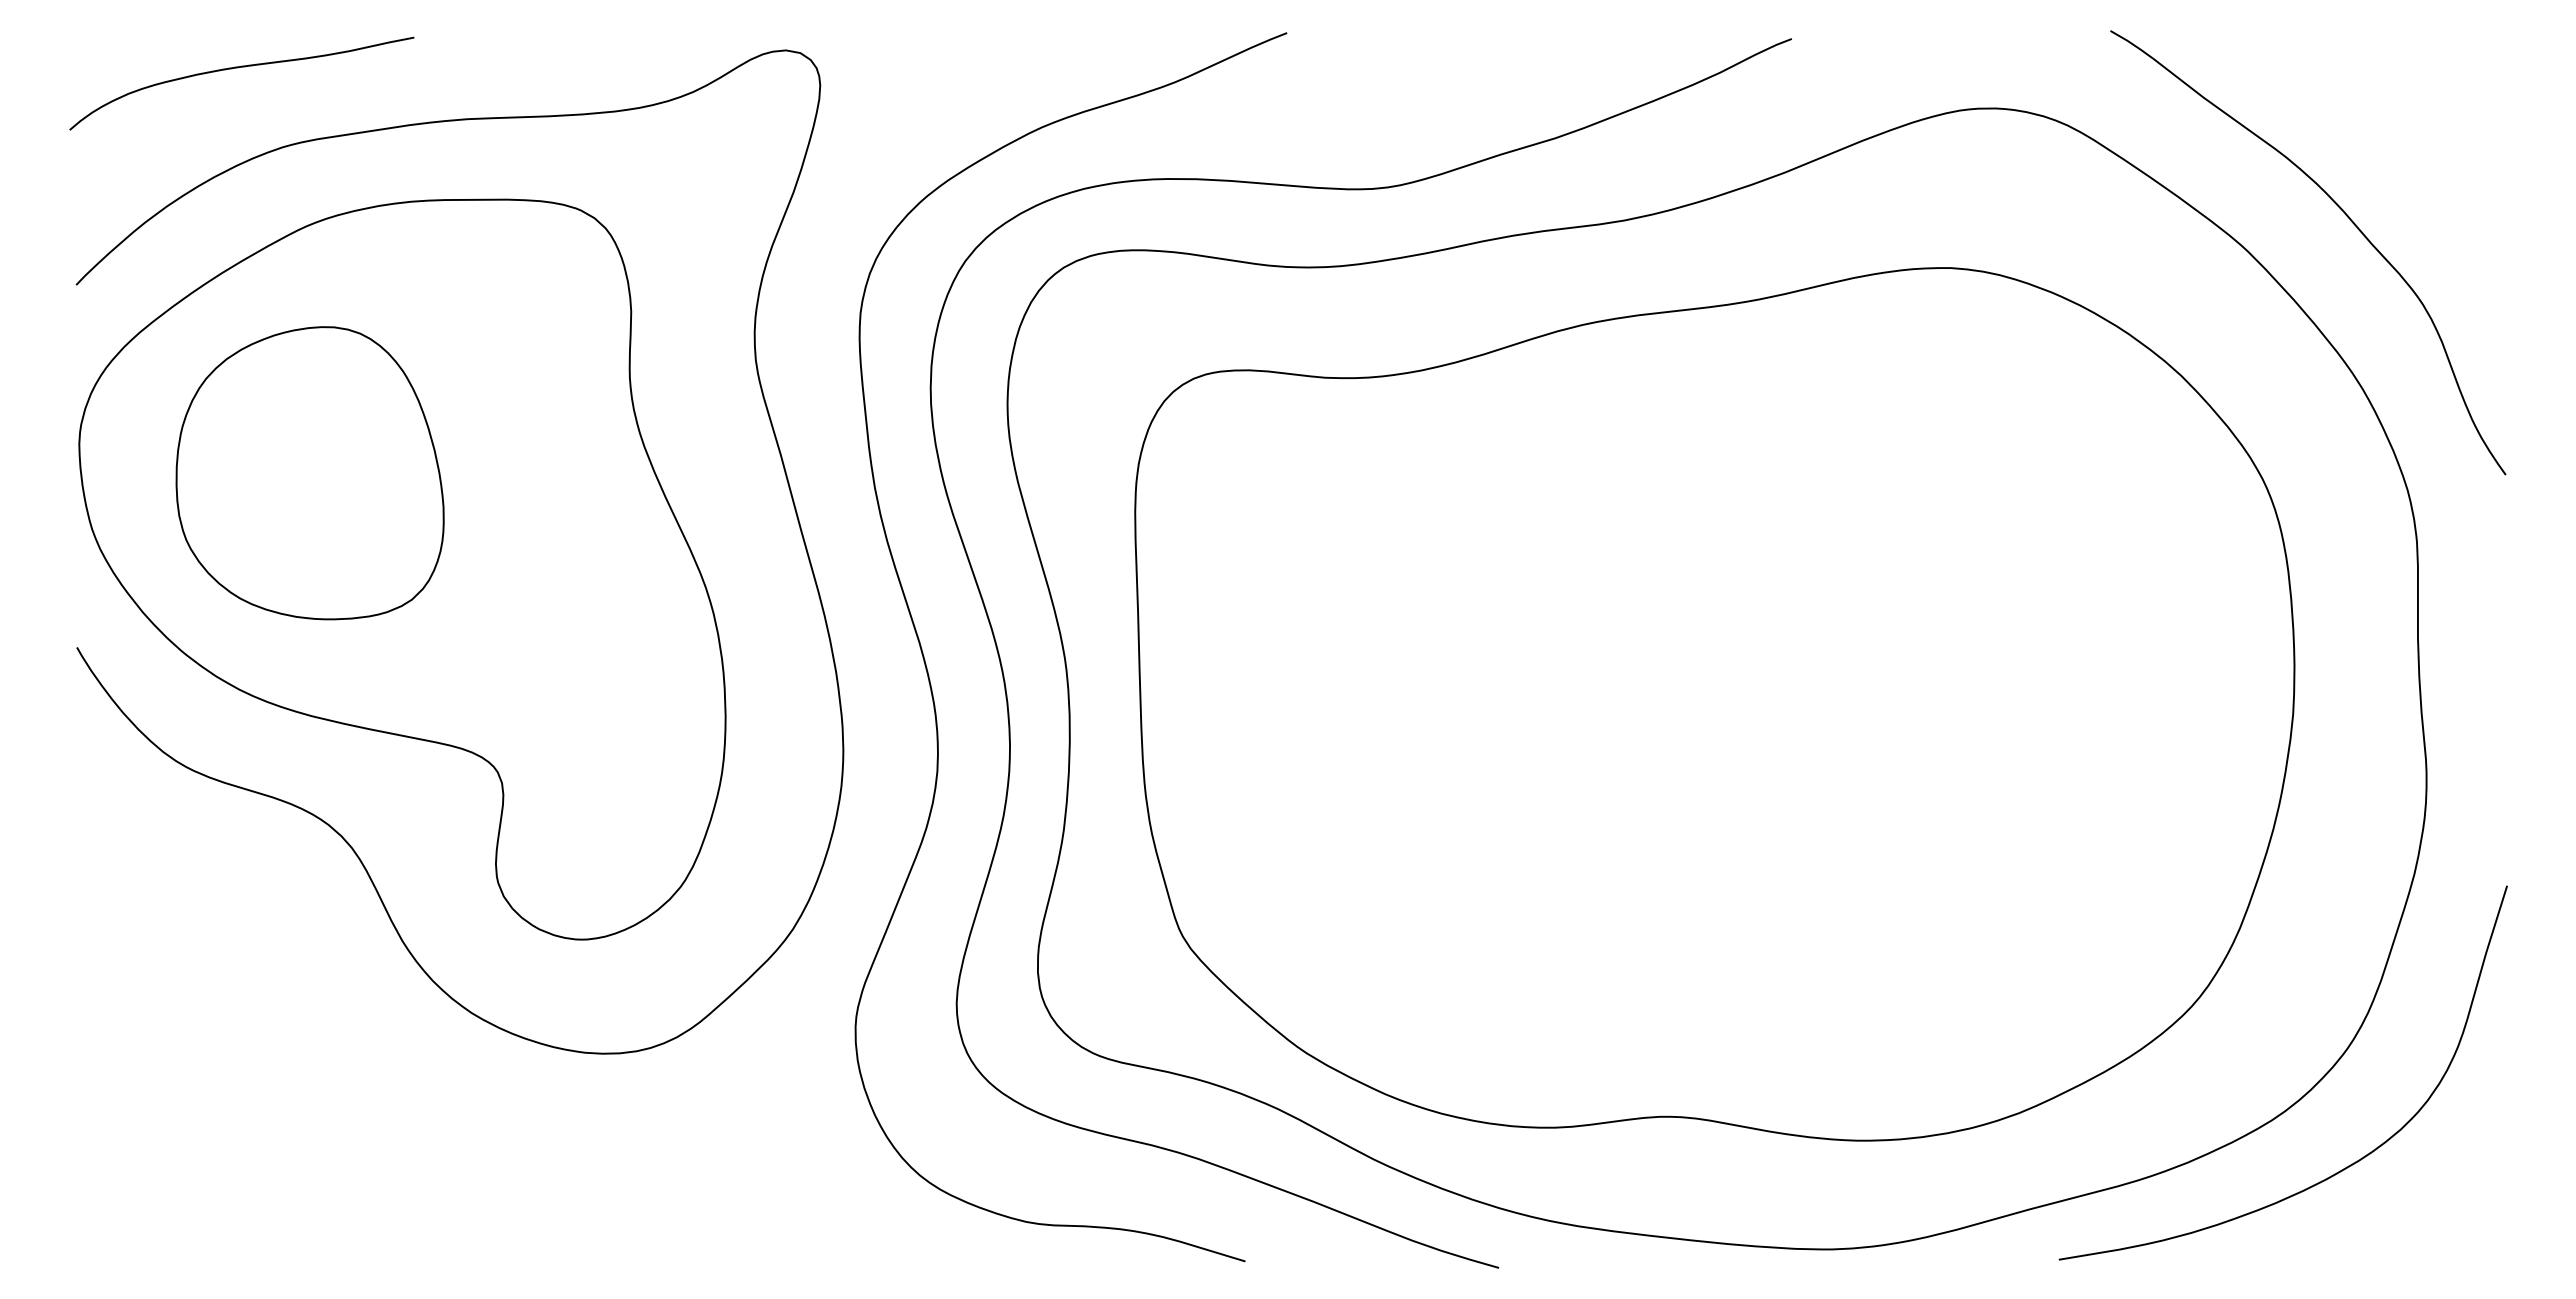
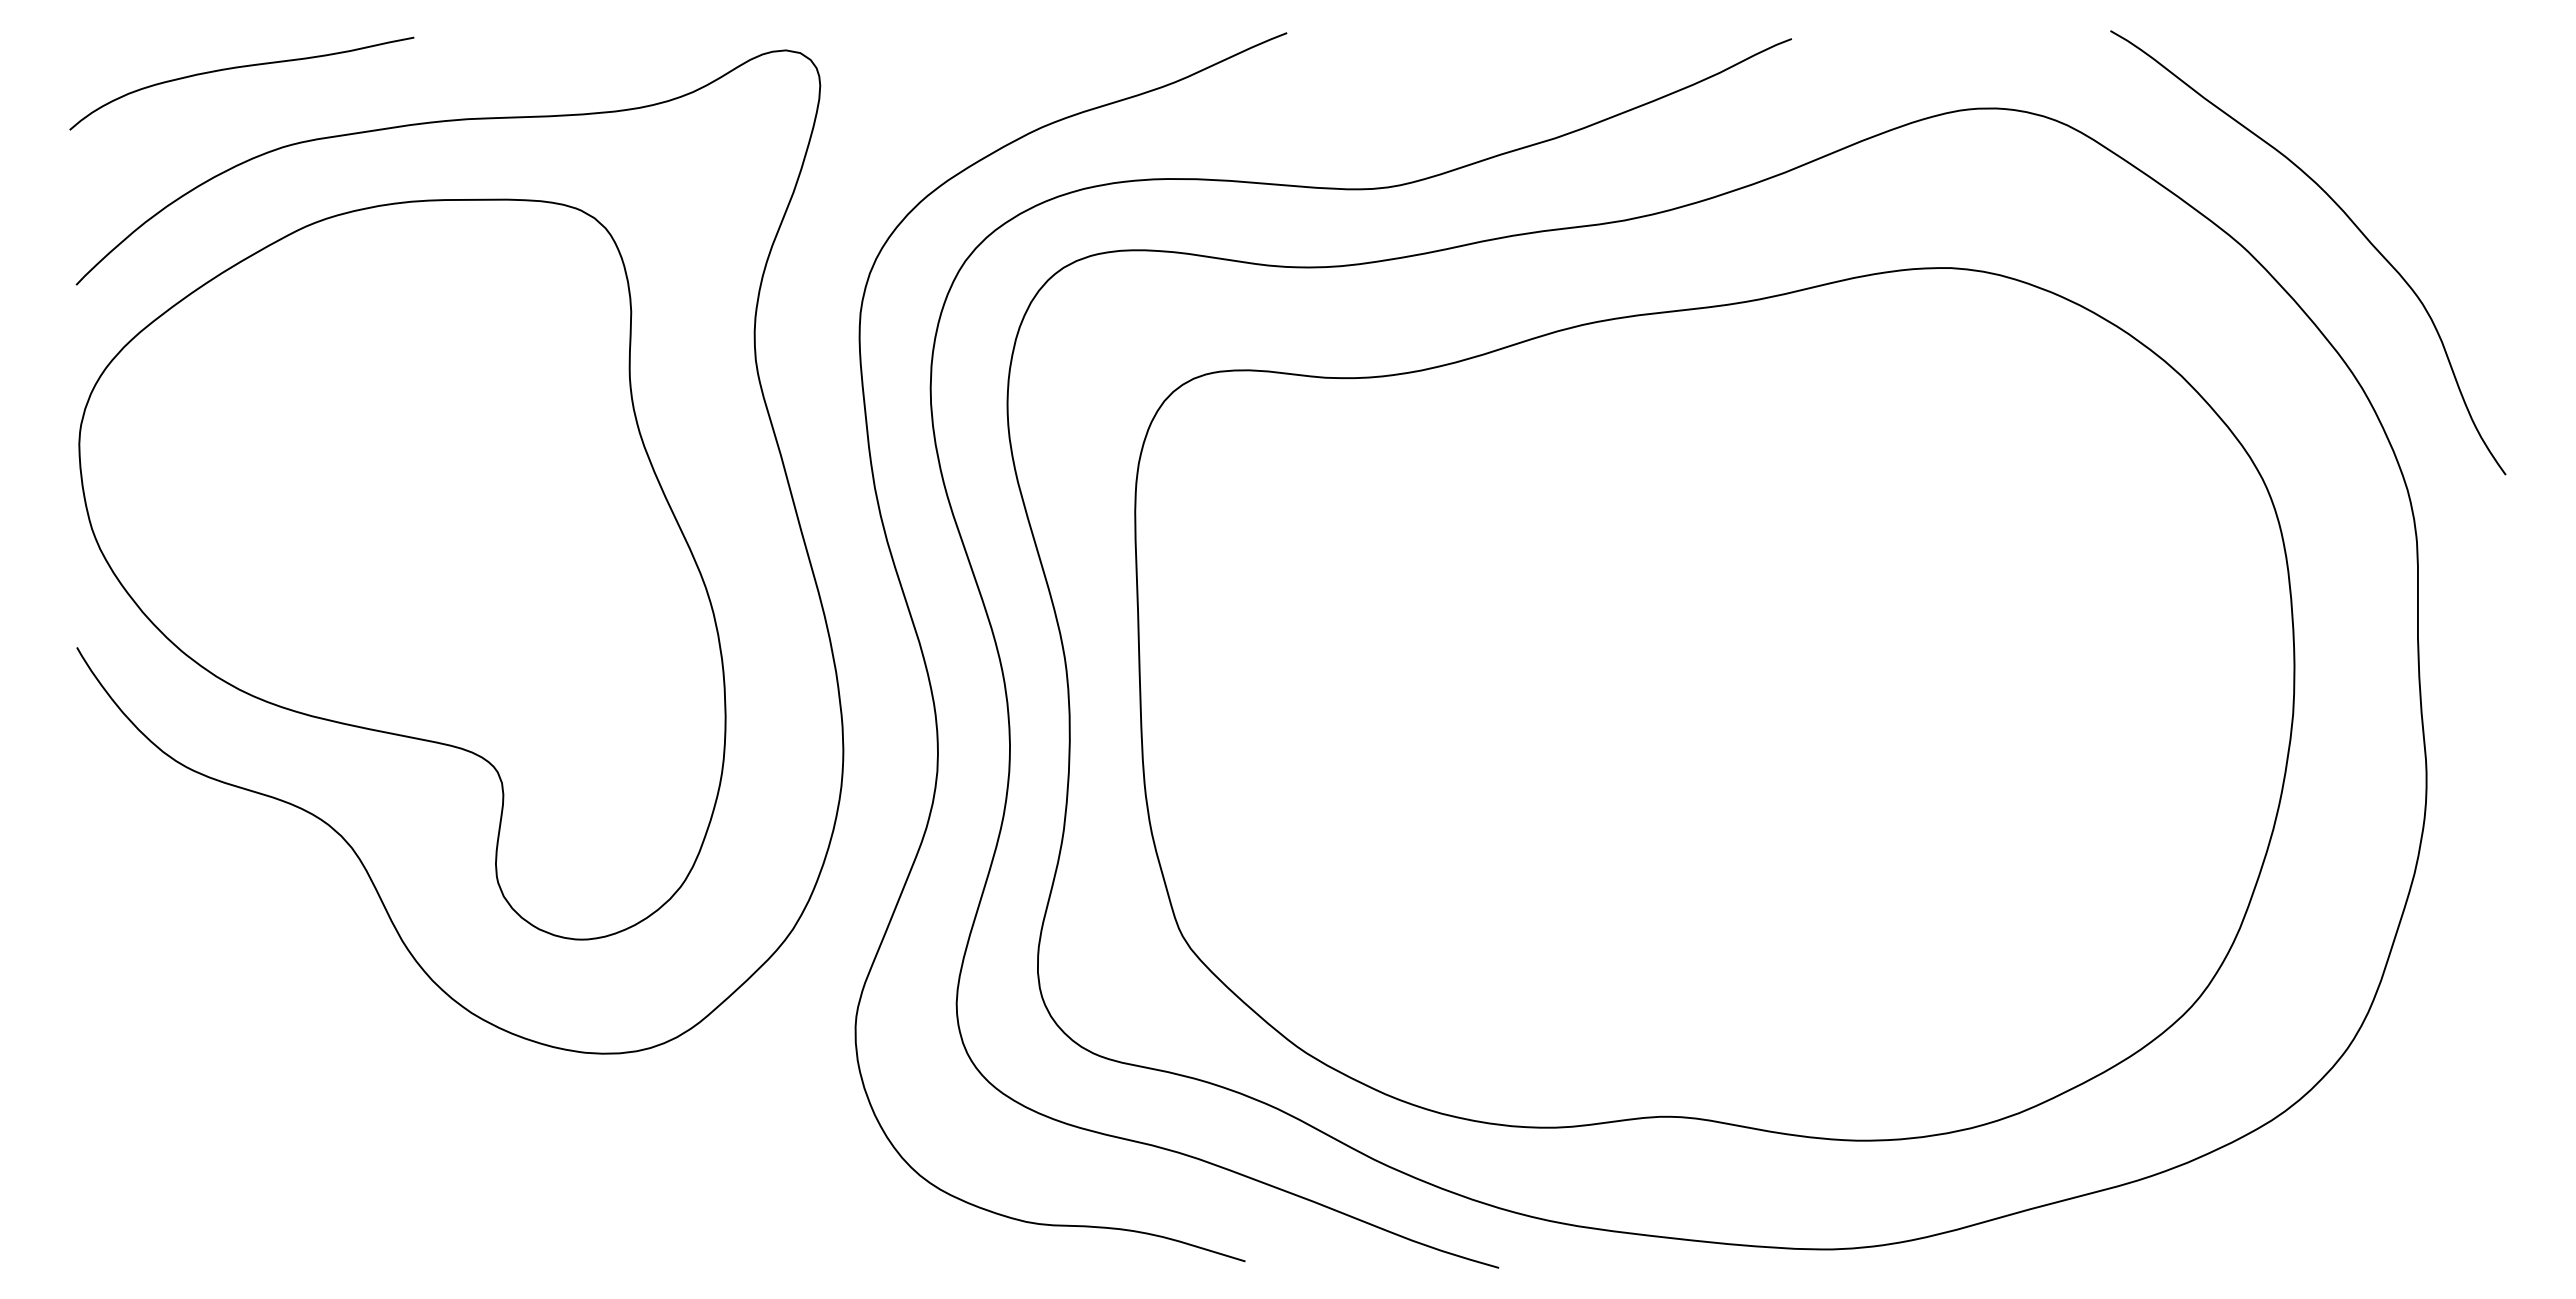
part at (309, 473): present -> none
curve at (2339, 1170): present -> none
